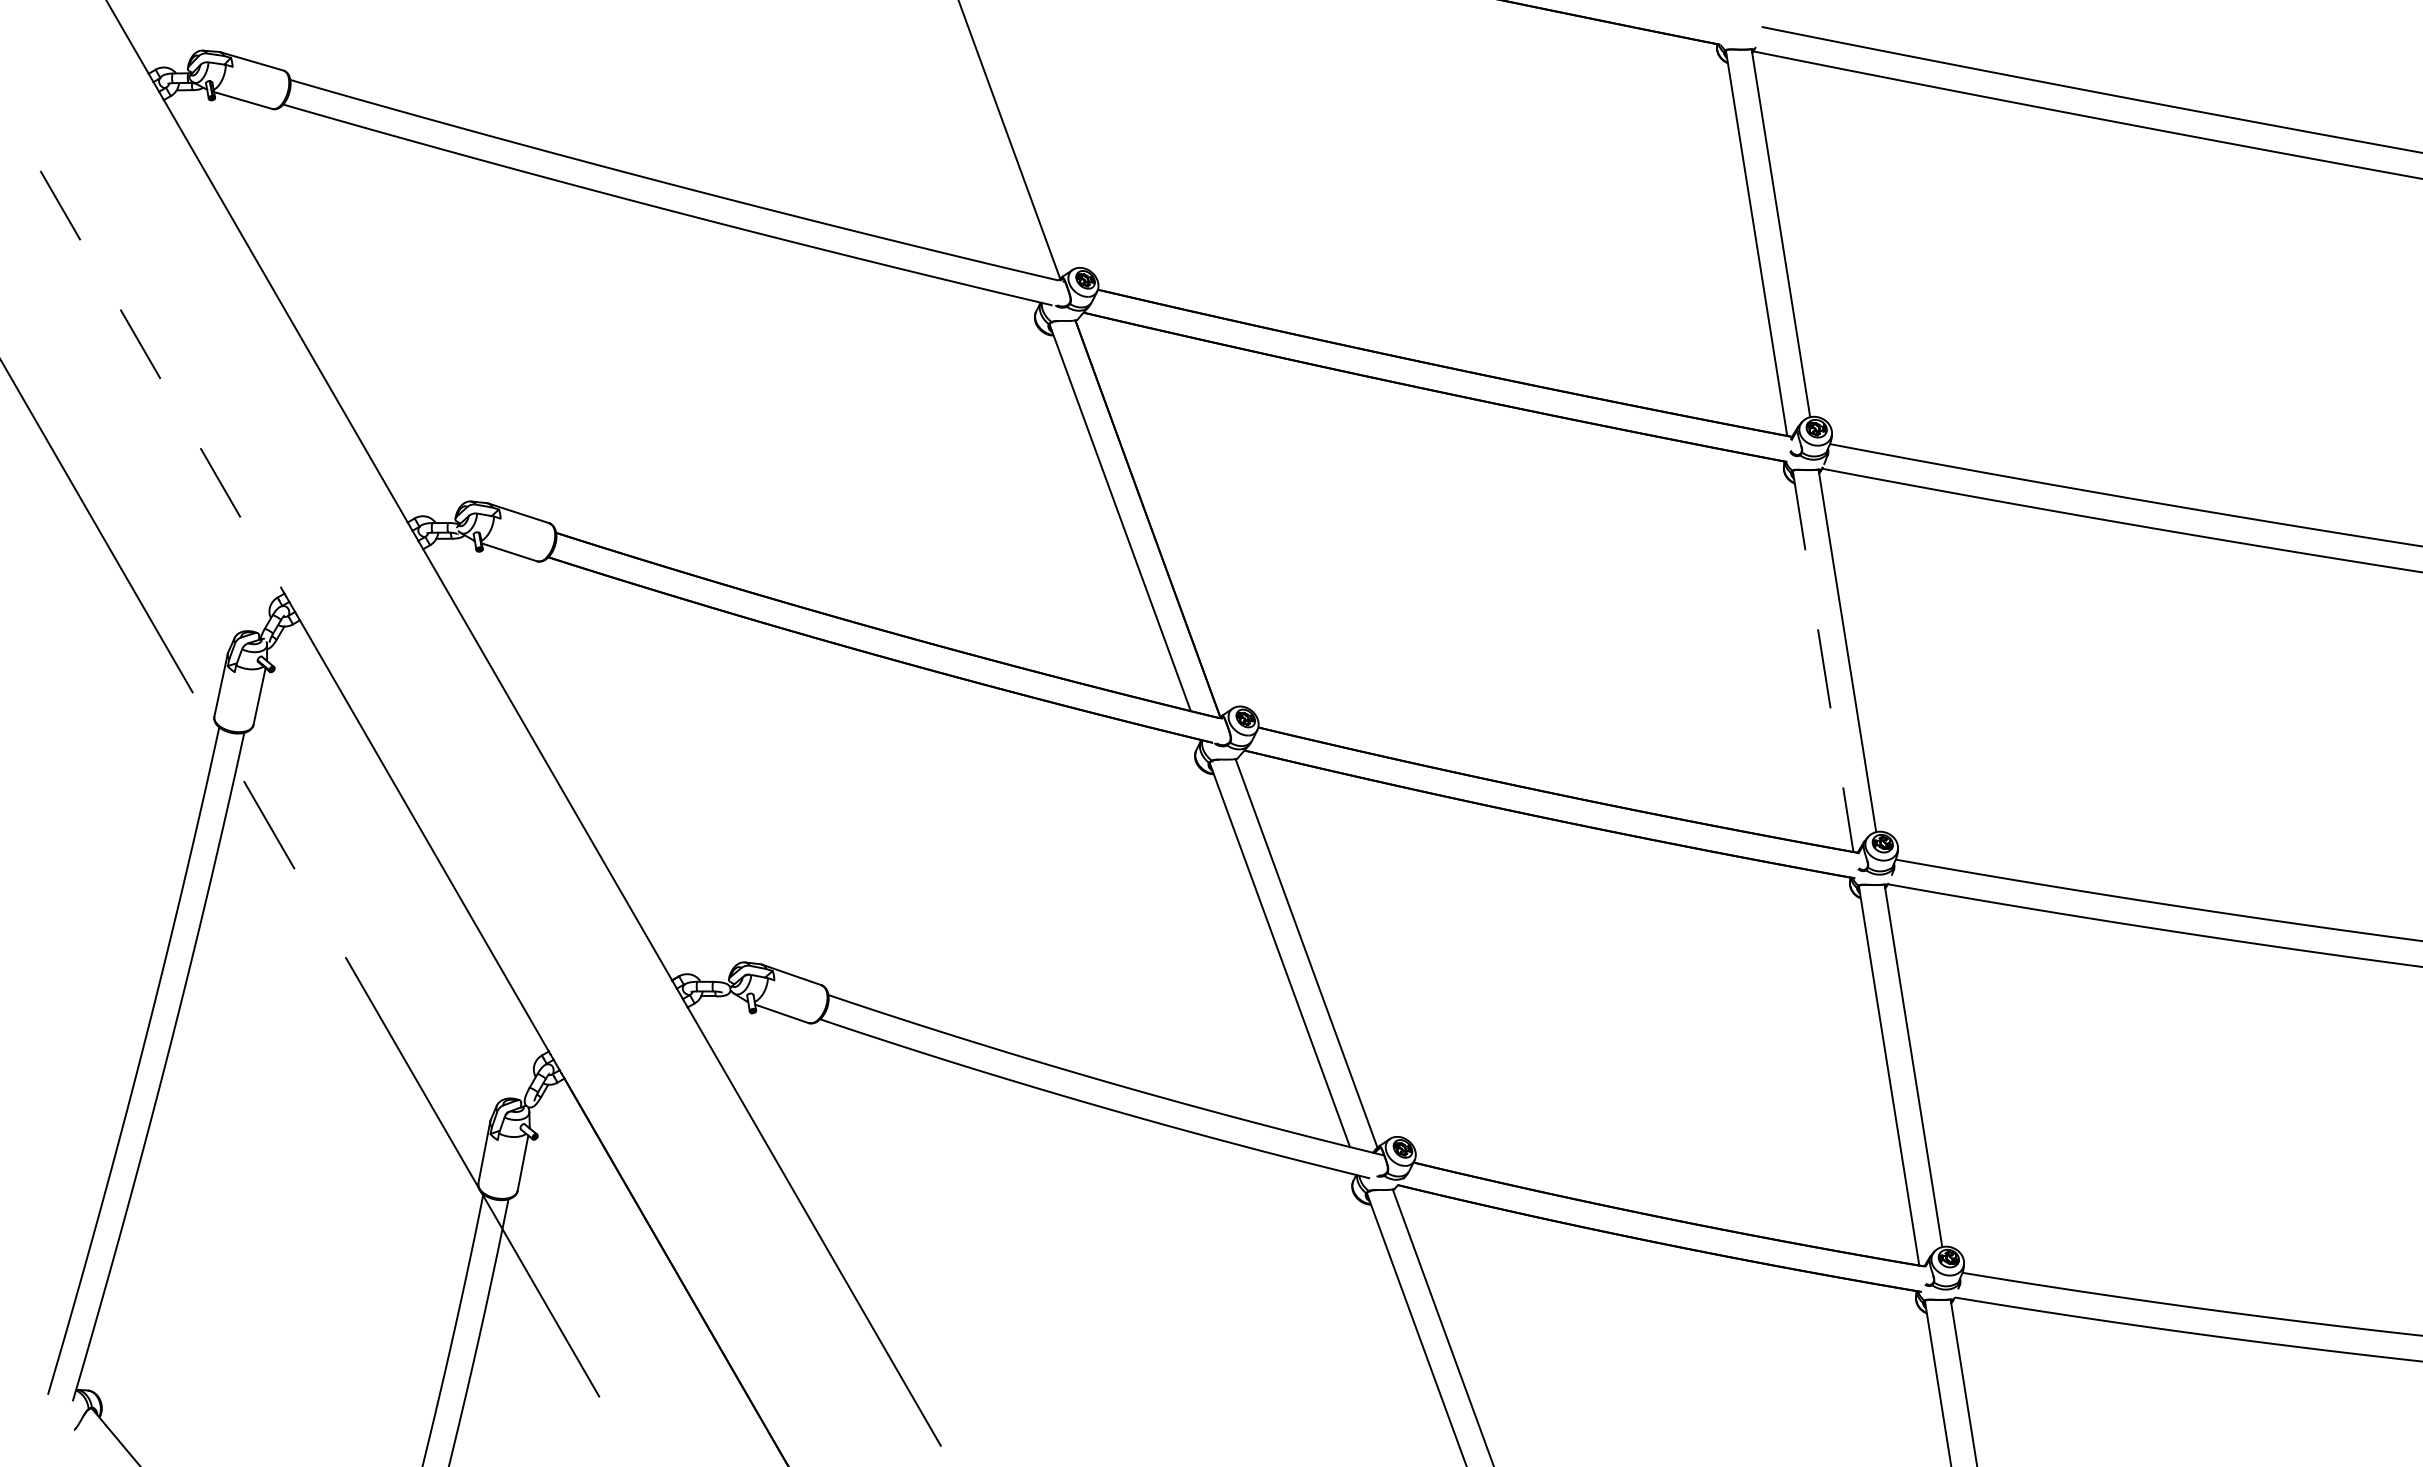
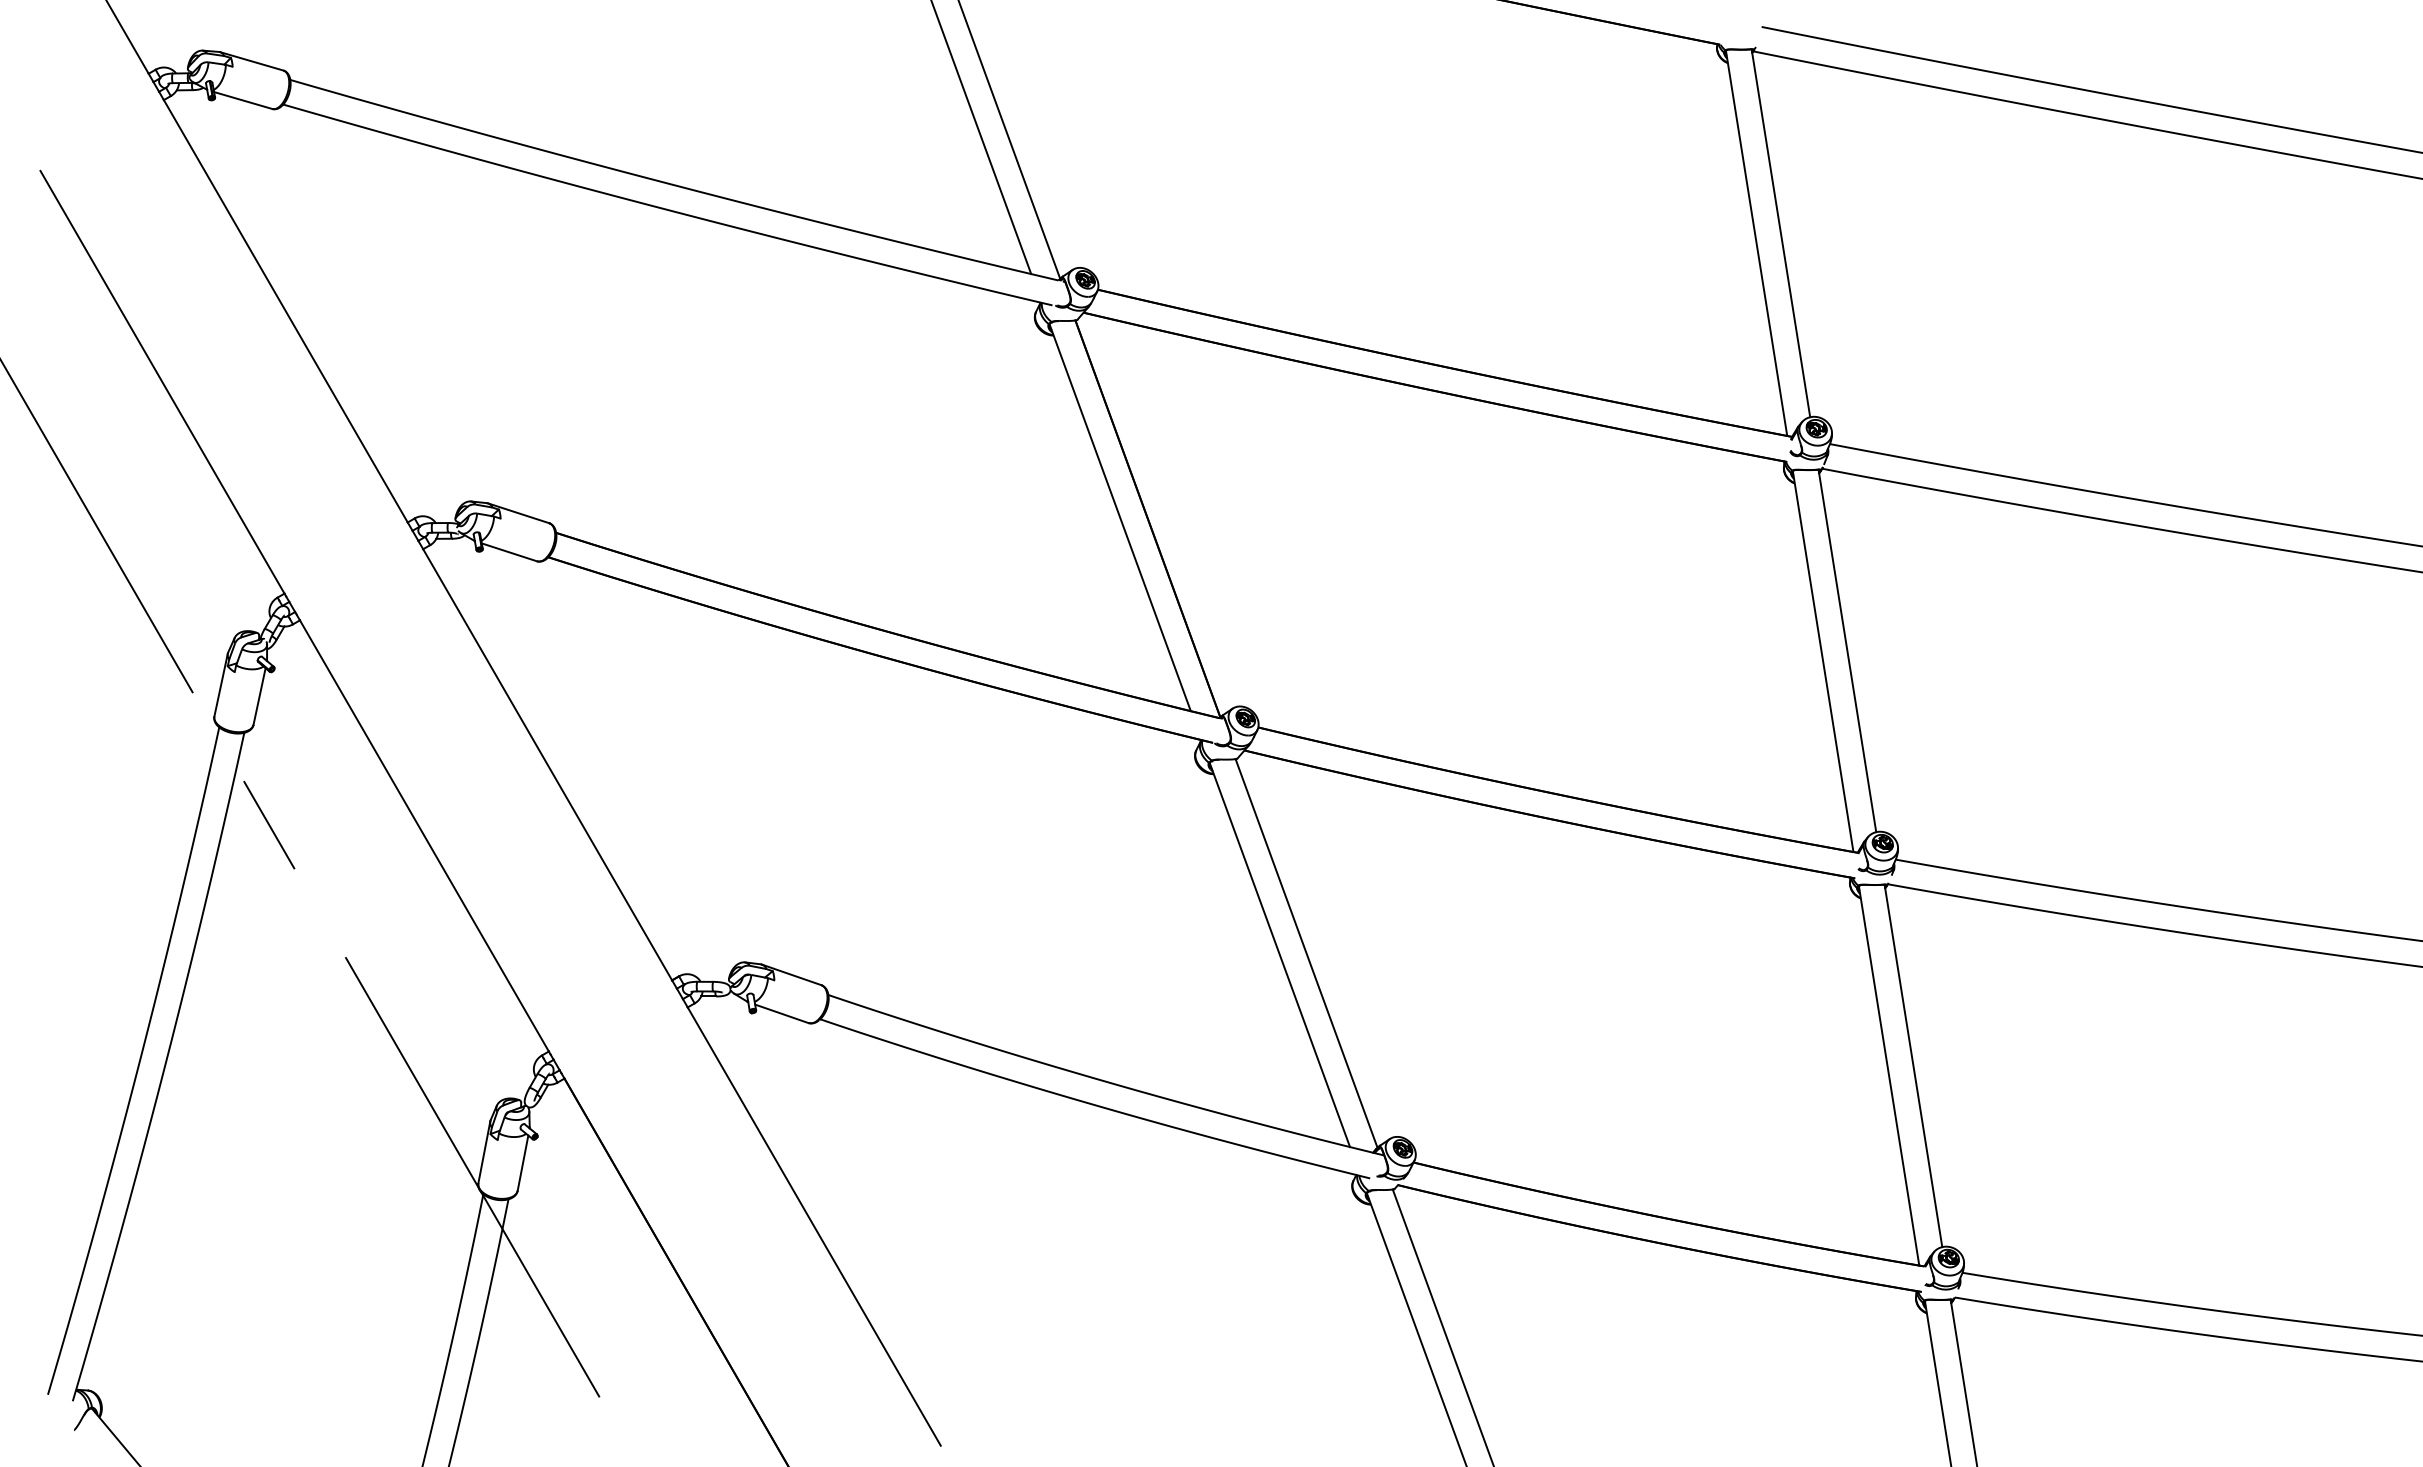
line at (981, 138): none -> present
line at (162, 382): dashed -> solid
line at (1823, 661): dashed -> solid
